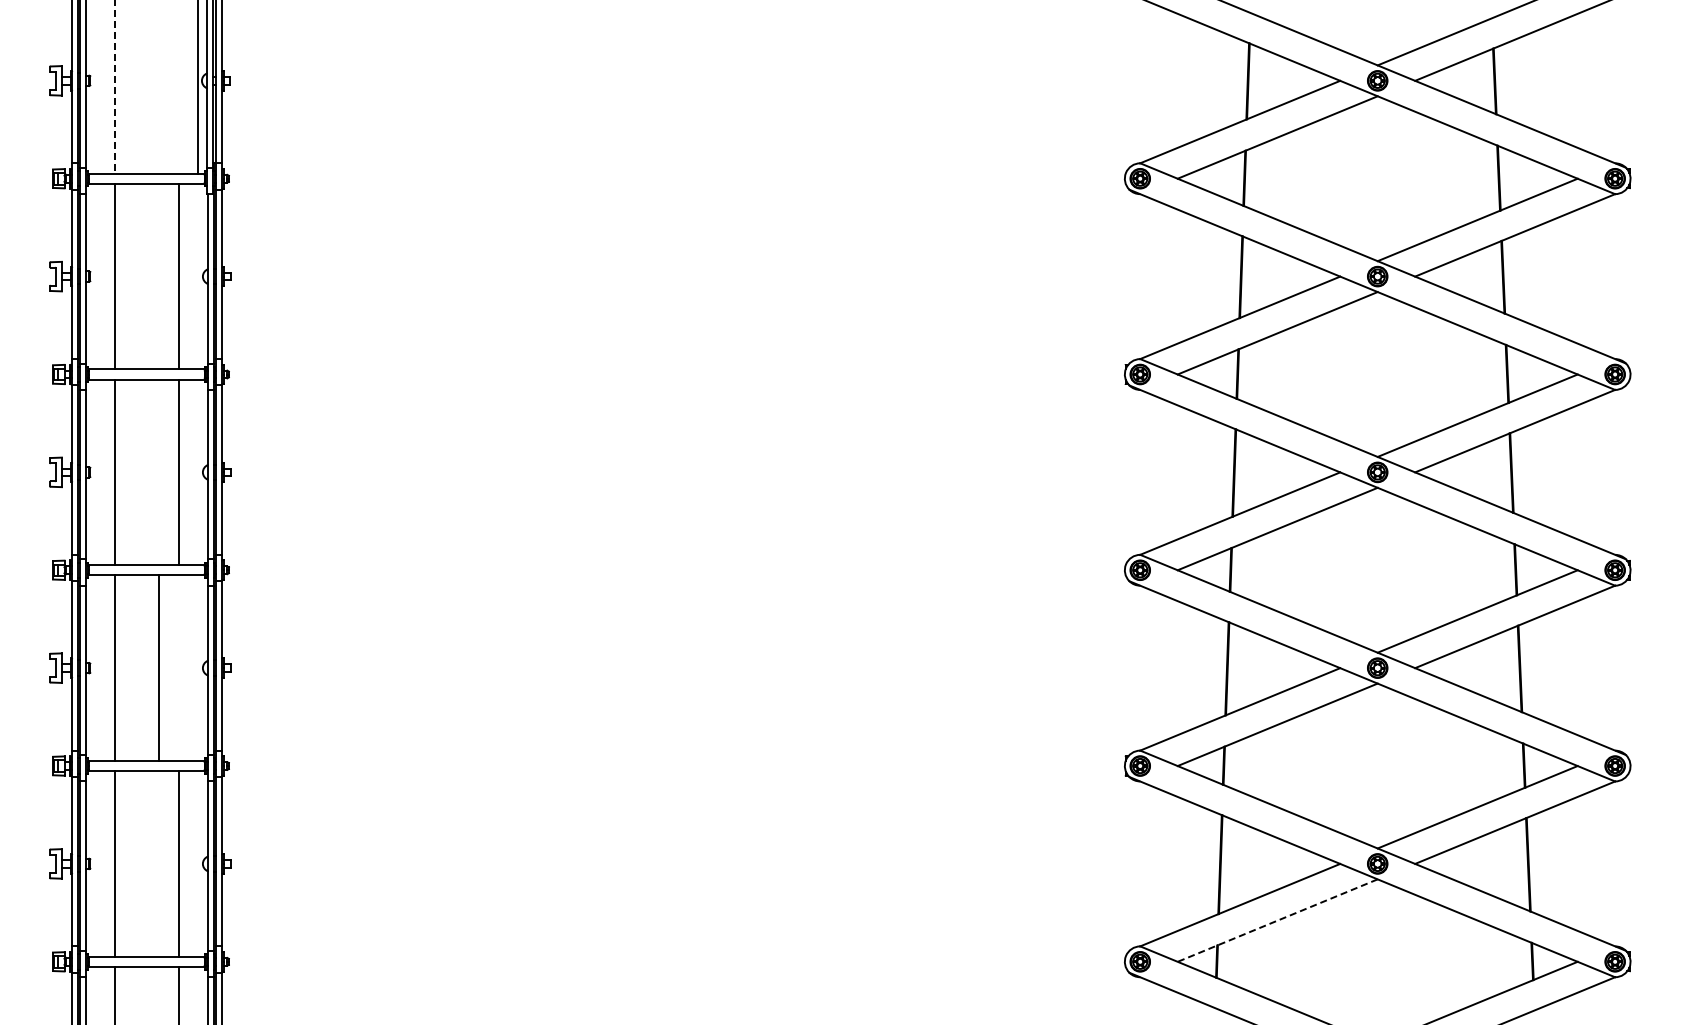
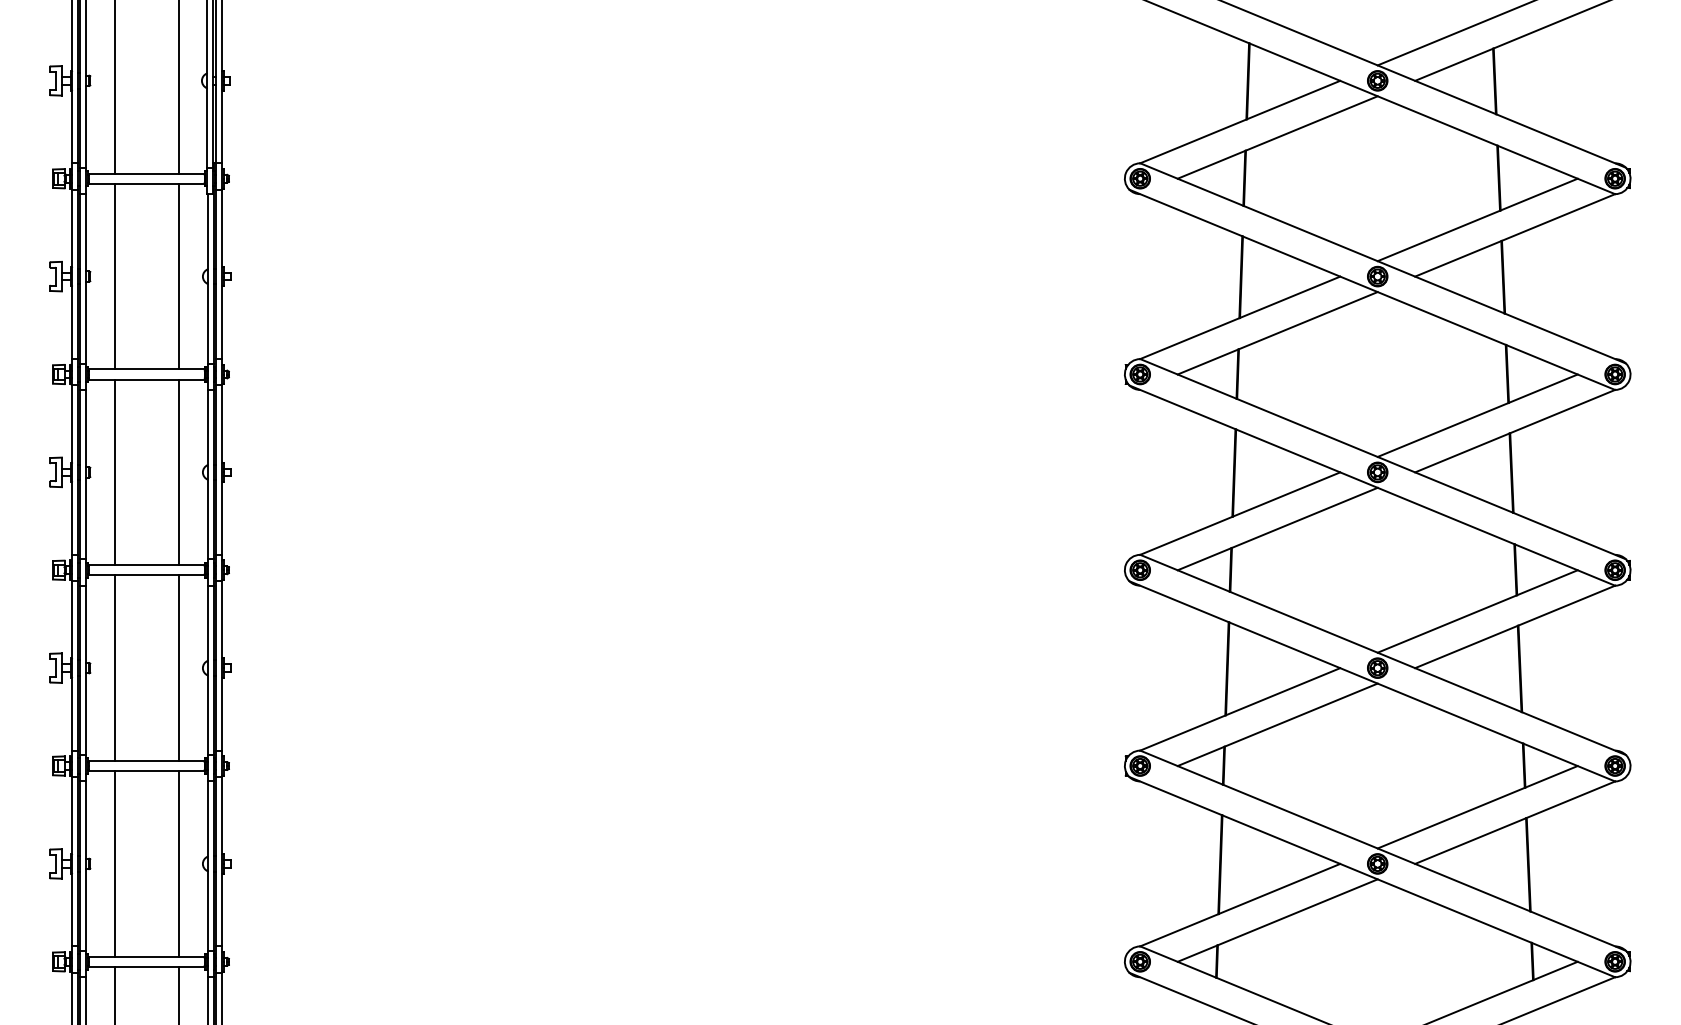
line at (114, 86): dashed -> solid
line at (197, 87) position: (197, 87) -> (178, 87)
line at (158, 667) position: (158, 667) -> (178, 667)
line at (1277, 920): dashed -> solid
